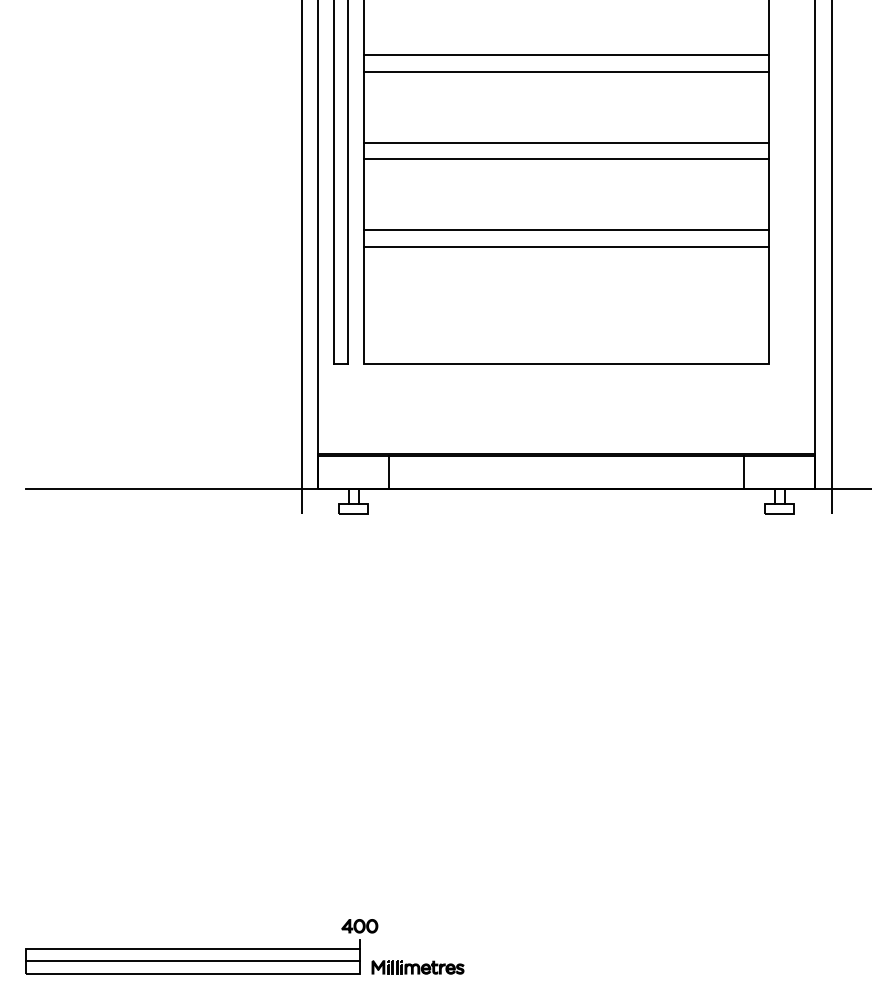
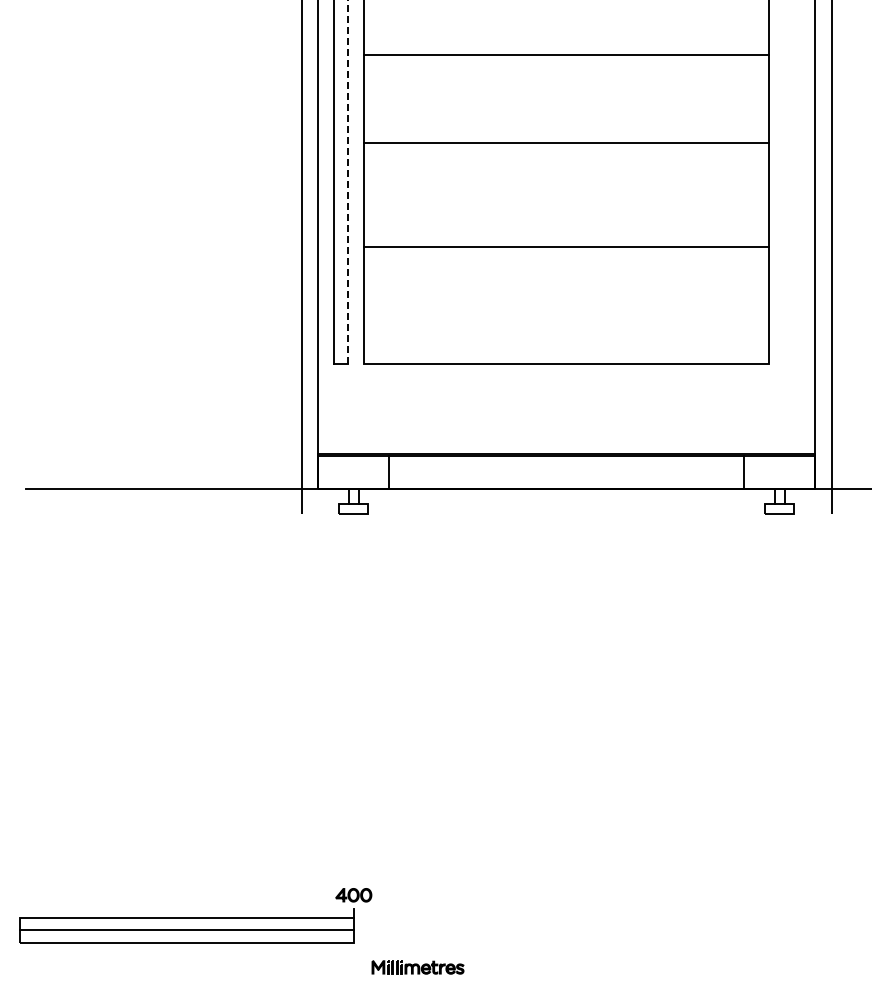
line at (566, 71): present -> none
line at (566, 159): present -> none
line at (348, 182): solid -> dashed
line at (566, 230): present -> none
part at (201, 946) position: (201, 946) -> (195, 915)
